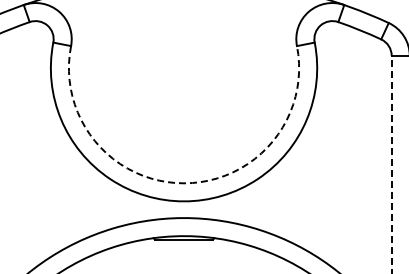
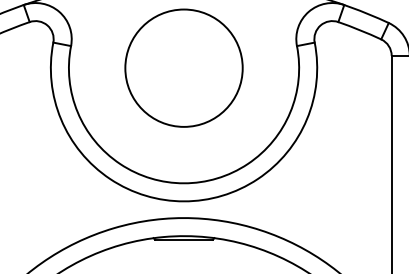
circle at (183, 67): none -> present
line at (391, 164): dashed -> solid
arc at (184, 183): dashed -> solid
